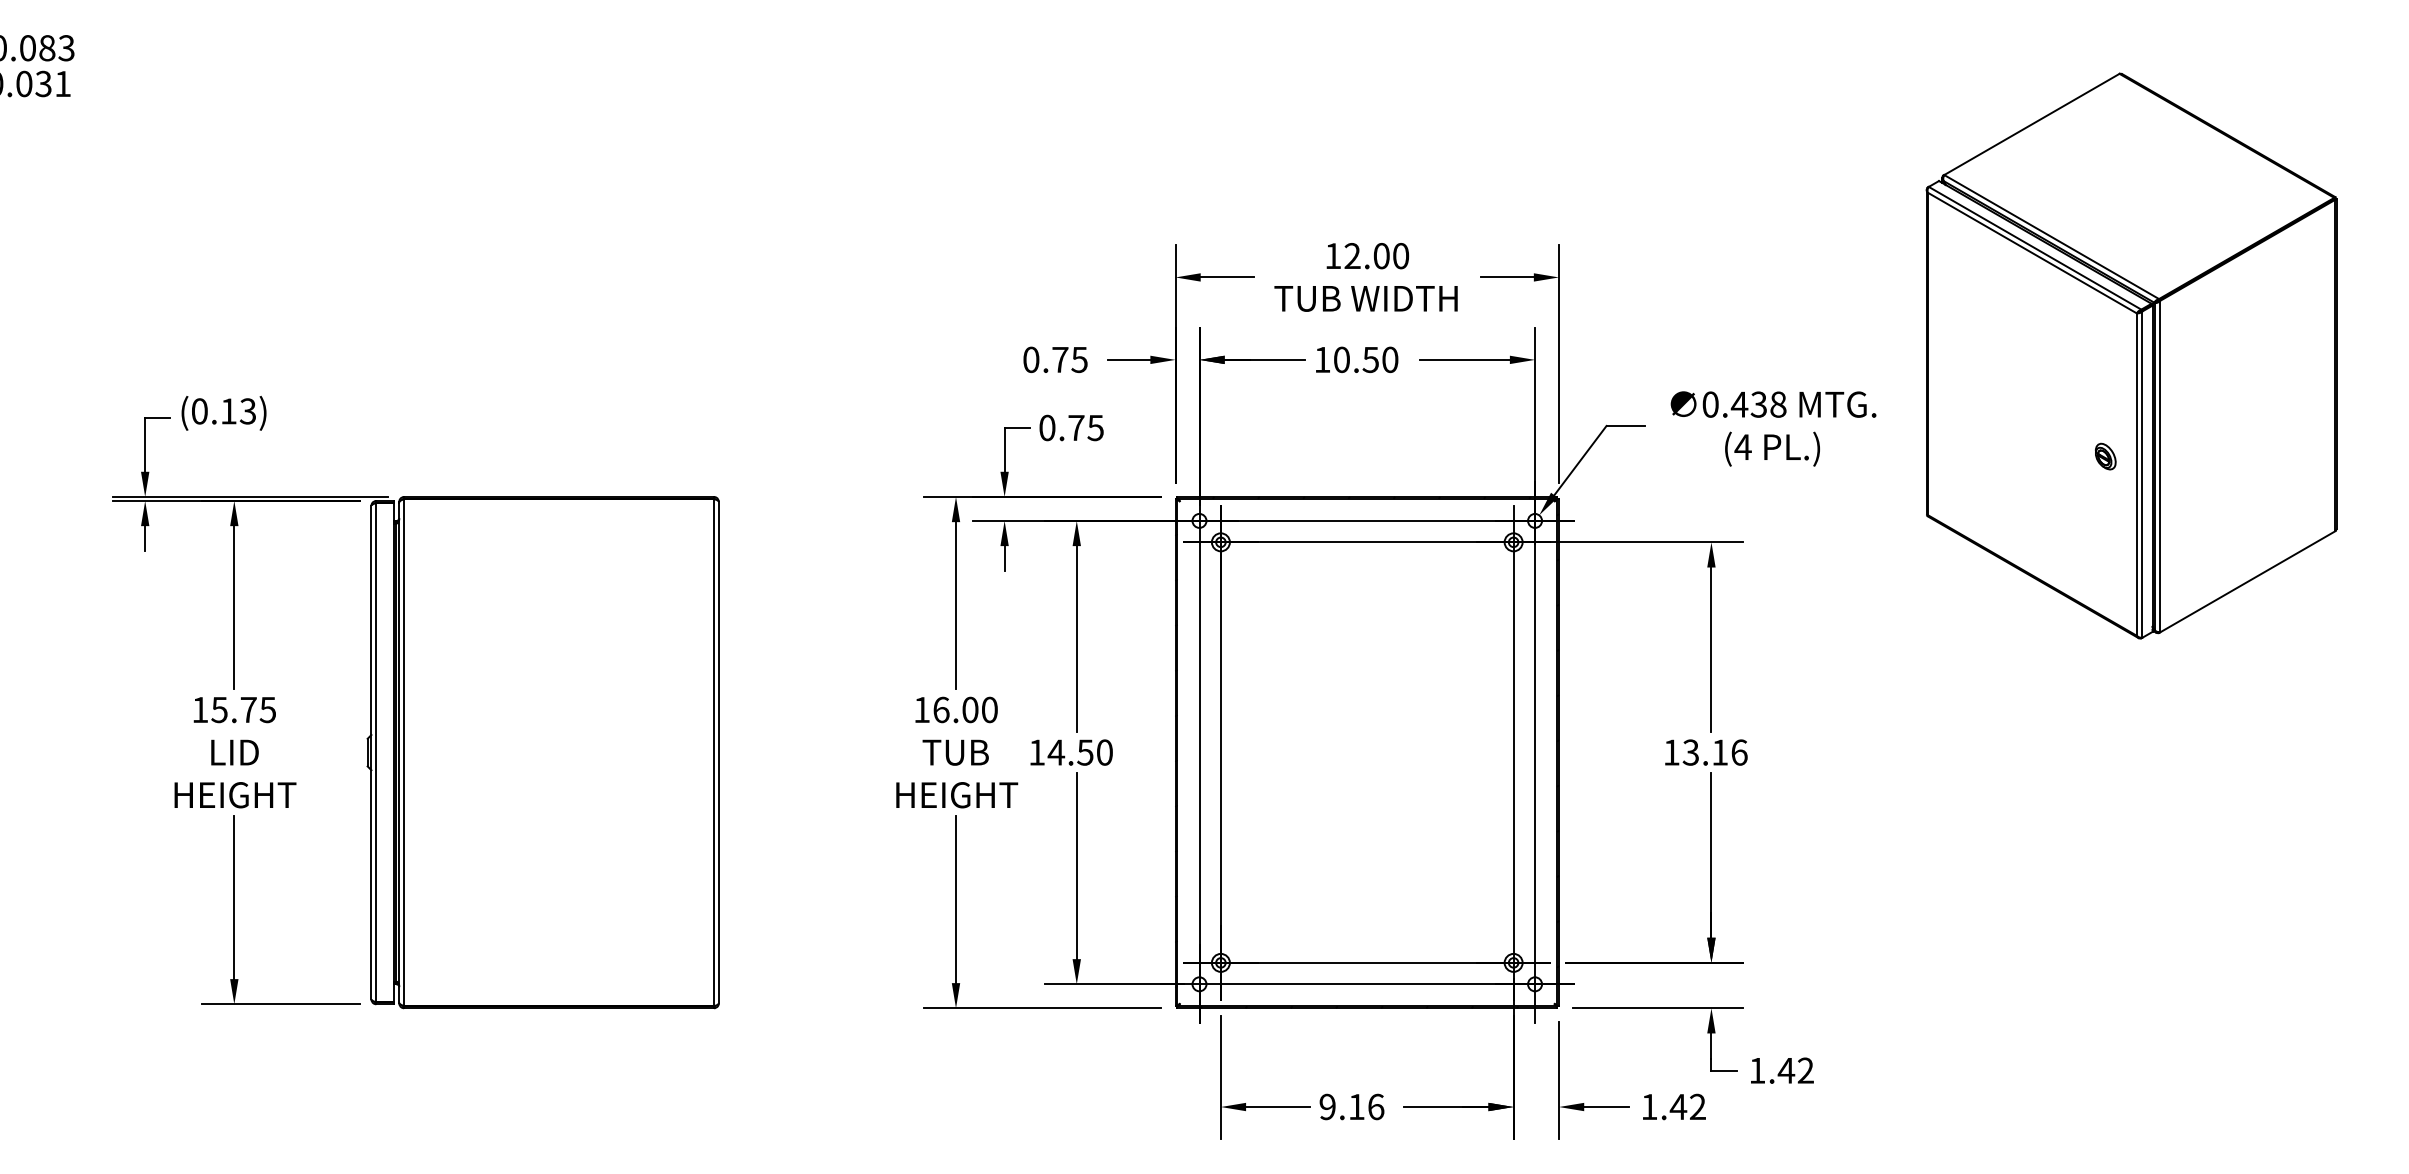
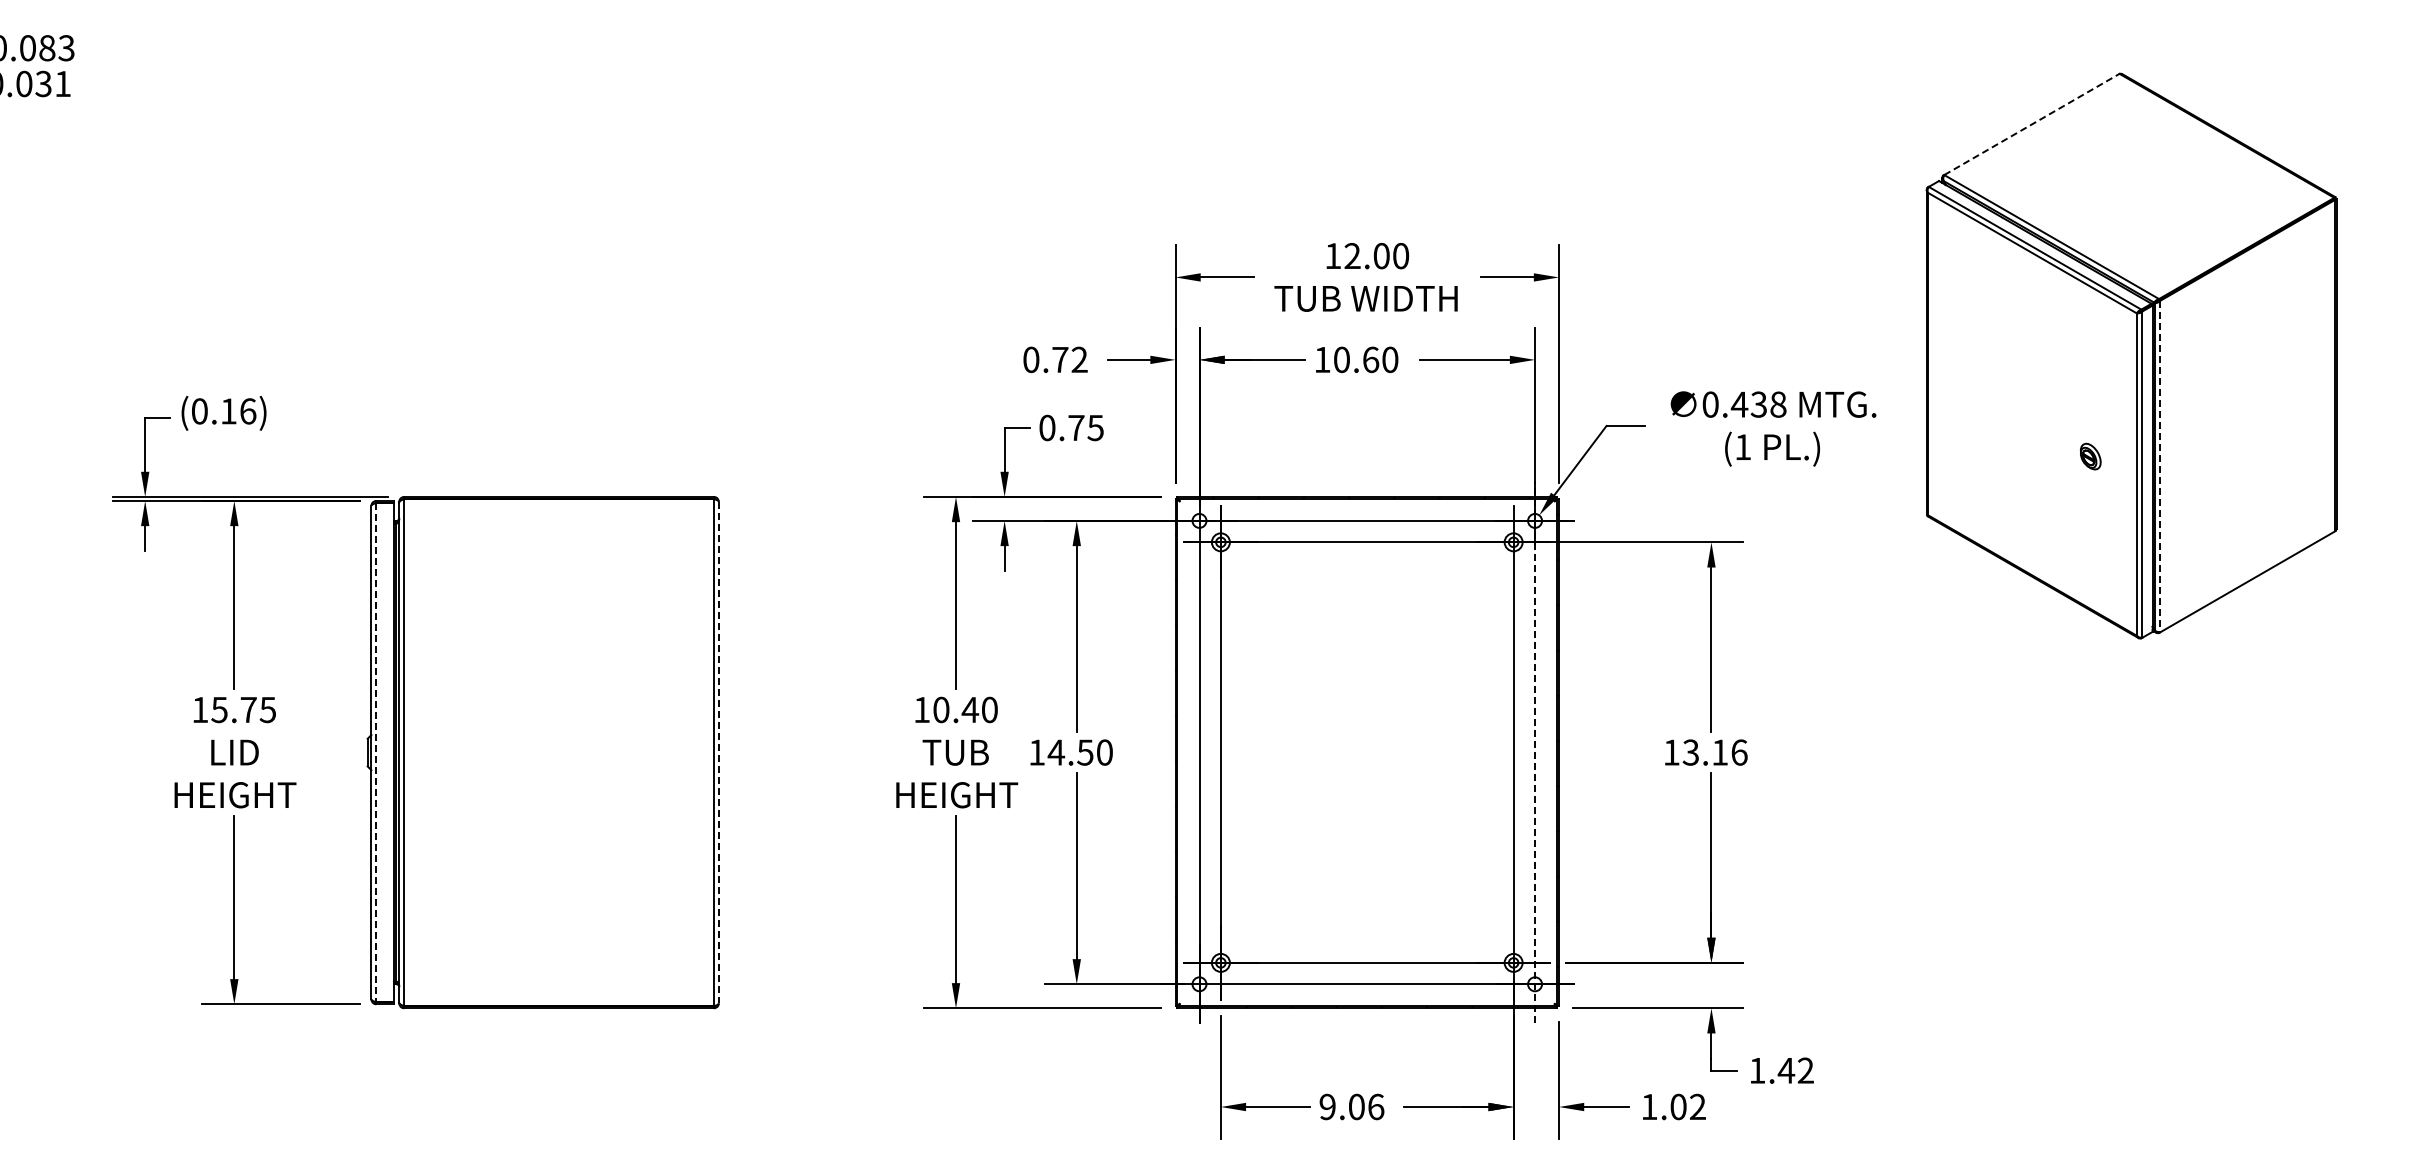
line at (2032, 124): solid -> dashed
text at (1079, 359): 0.75 -> 0.72
text at (1370, 359): 10.50 -> 10.60
text at (247, 411): (0.13) -> (0.16)
text at (1742, 446): (4 -> (1
part at (2105, 456) position: (2105, 456) -> (2090, 456)
line at (2160, 466): solid -> dashed
text at (956, 709): 16.00 -> 10.40
line at (376, 752): solid -> dashed
line at (718, 752): solid -> dashed
line at (1535, 752): solid -> dashed
text at (1356, 1106): 9.16 -> 9.06
text at (1678, 1106): 1.42 -> 1.02
